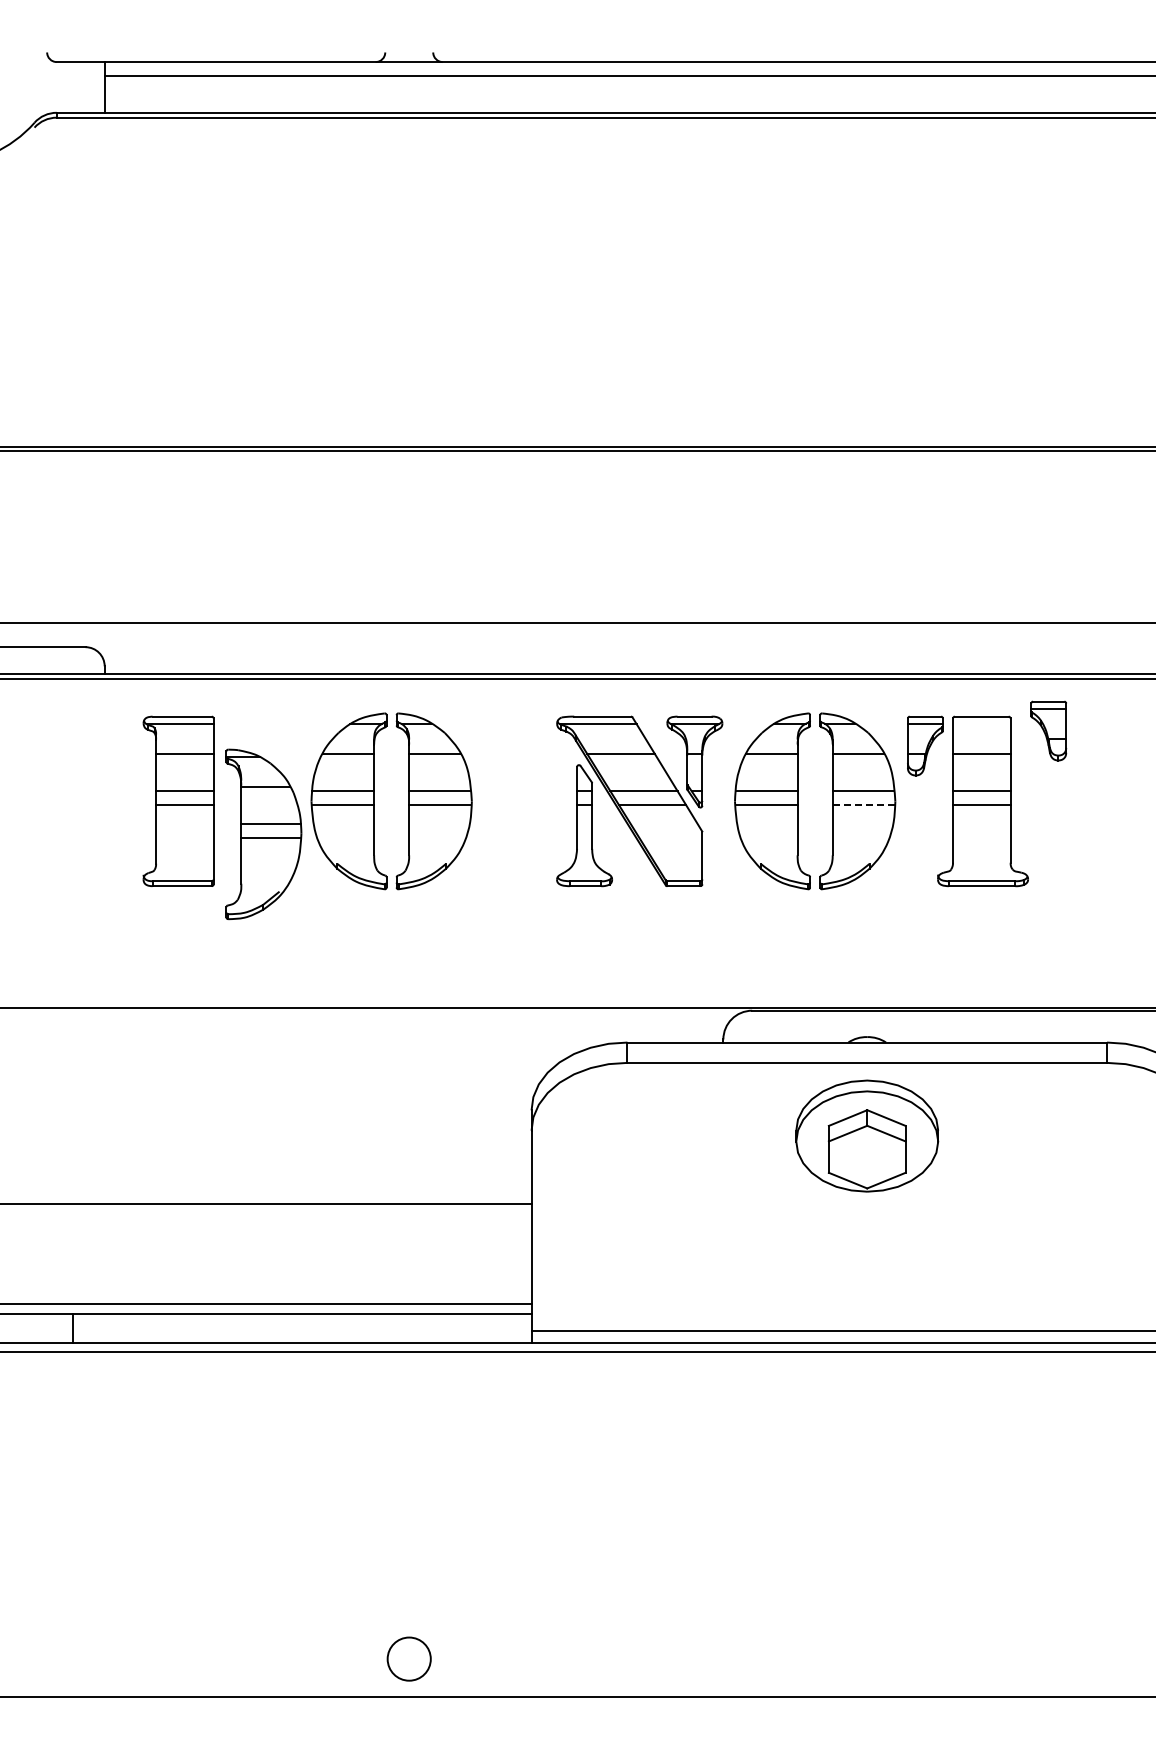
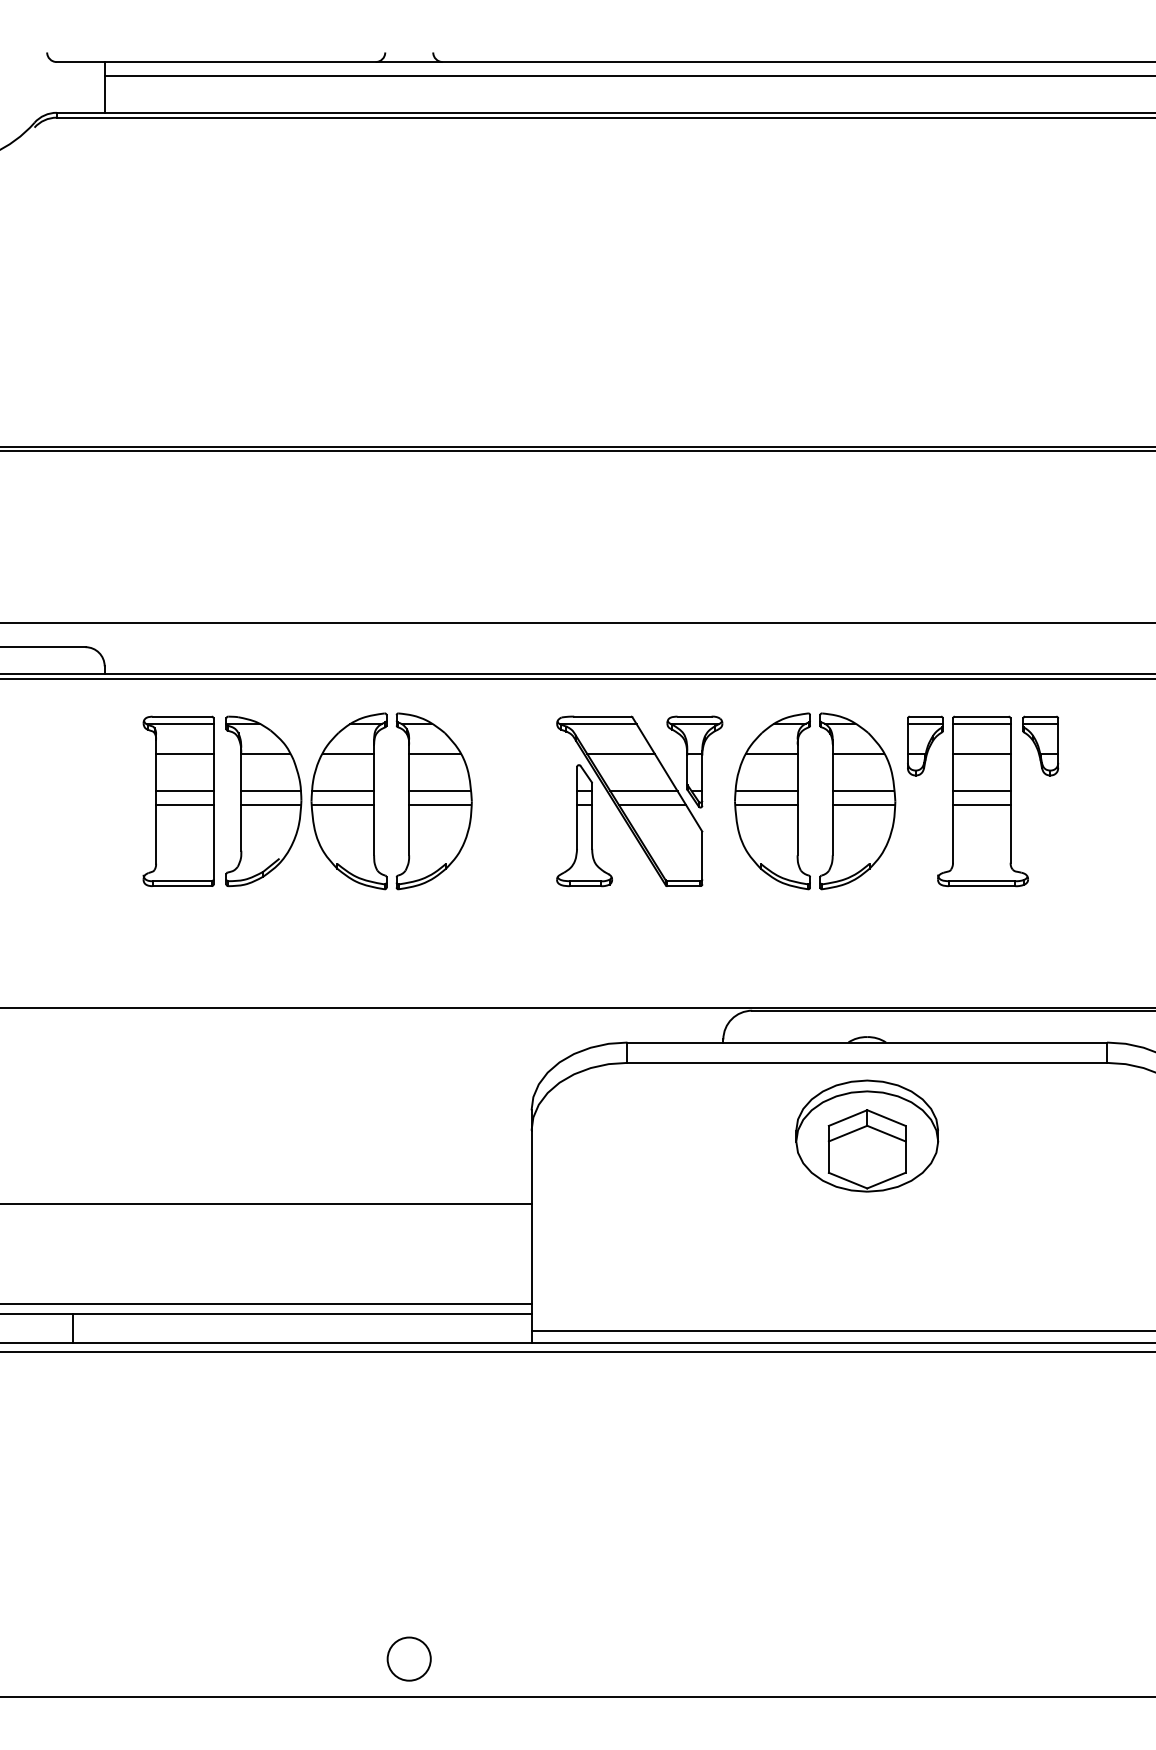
line at (981, 724): none -> present
part at (1048, 730) position: (1048, 730) -> (1040, 745)
line at (863, 805): dashed -> solid
part at (263, 834) position: (263, 834) -> (263, 801)
